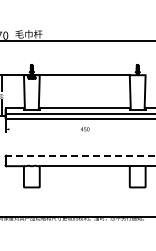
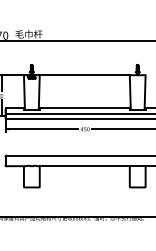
line at (43, 129): none -> present
line at (121, 129): none -> present
line at (80, 155): dashed -> solid
